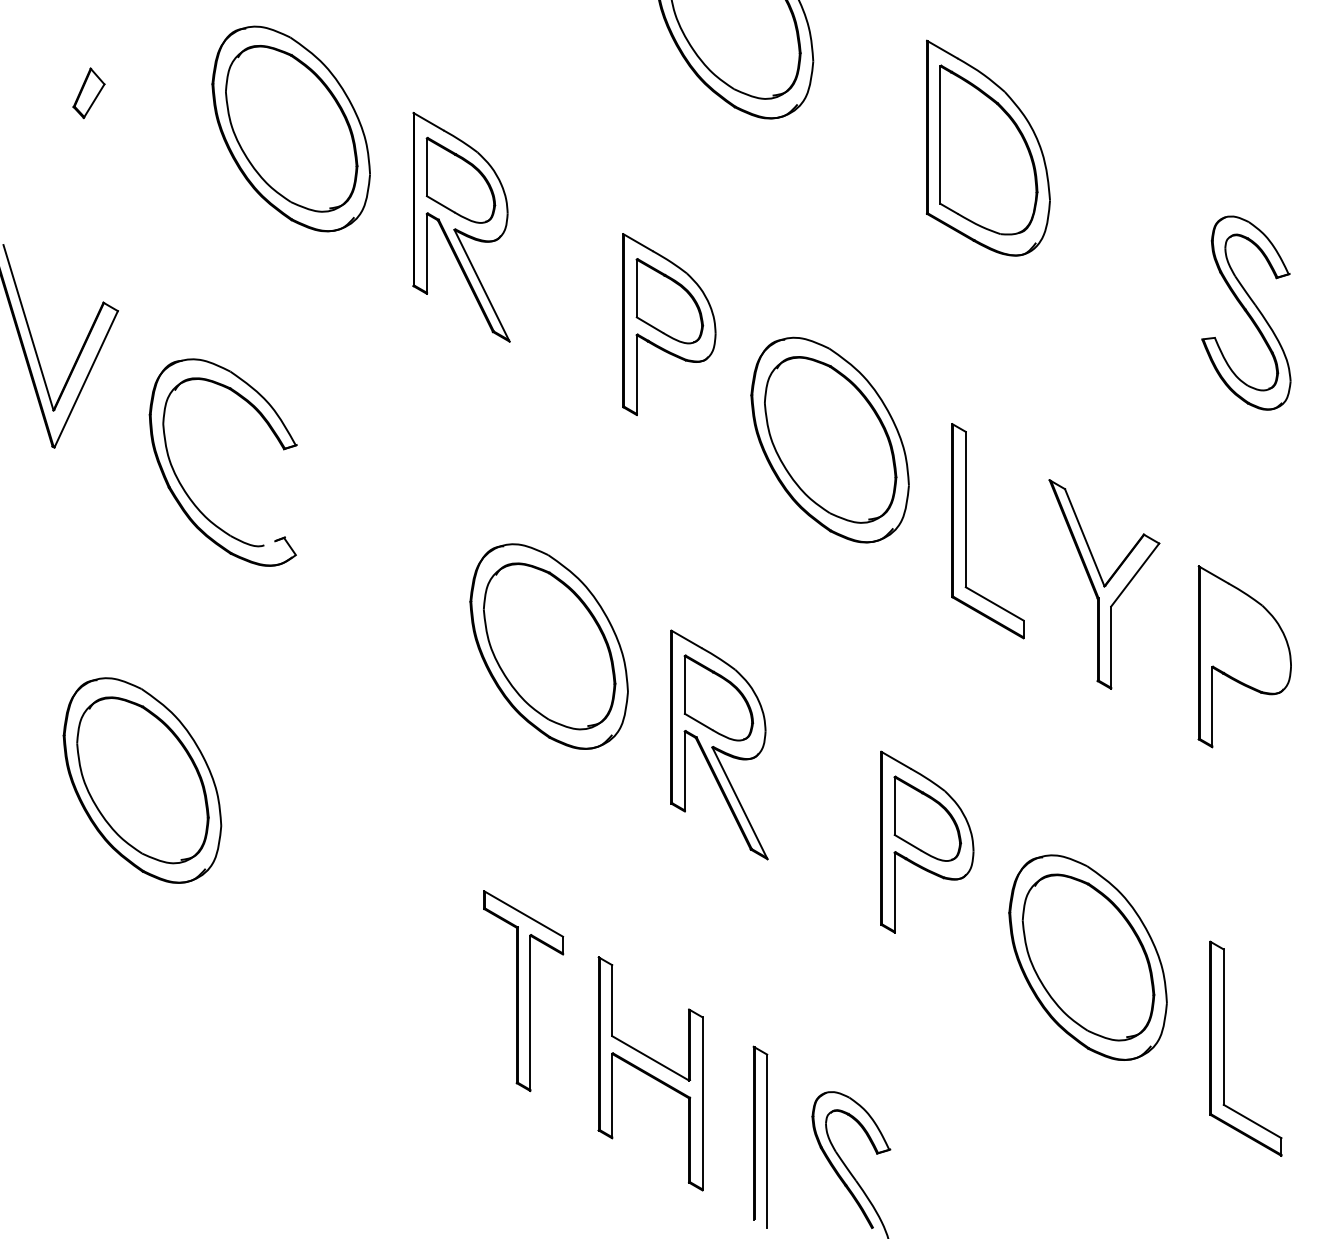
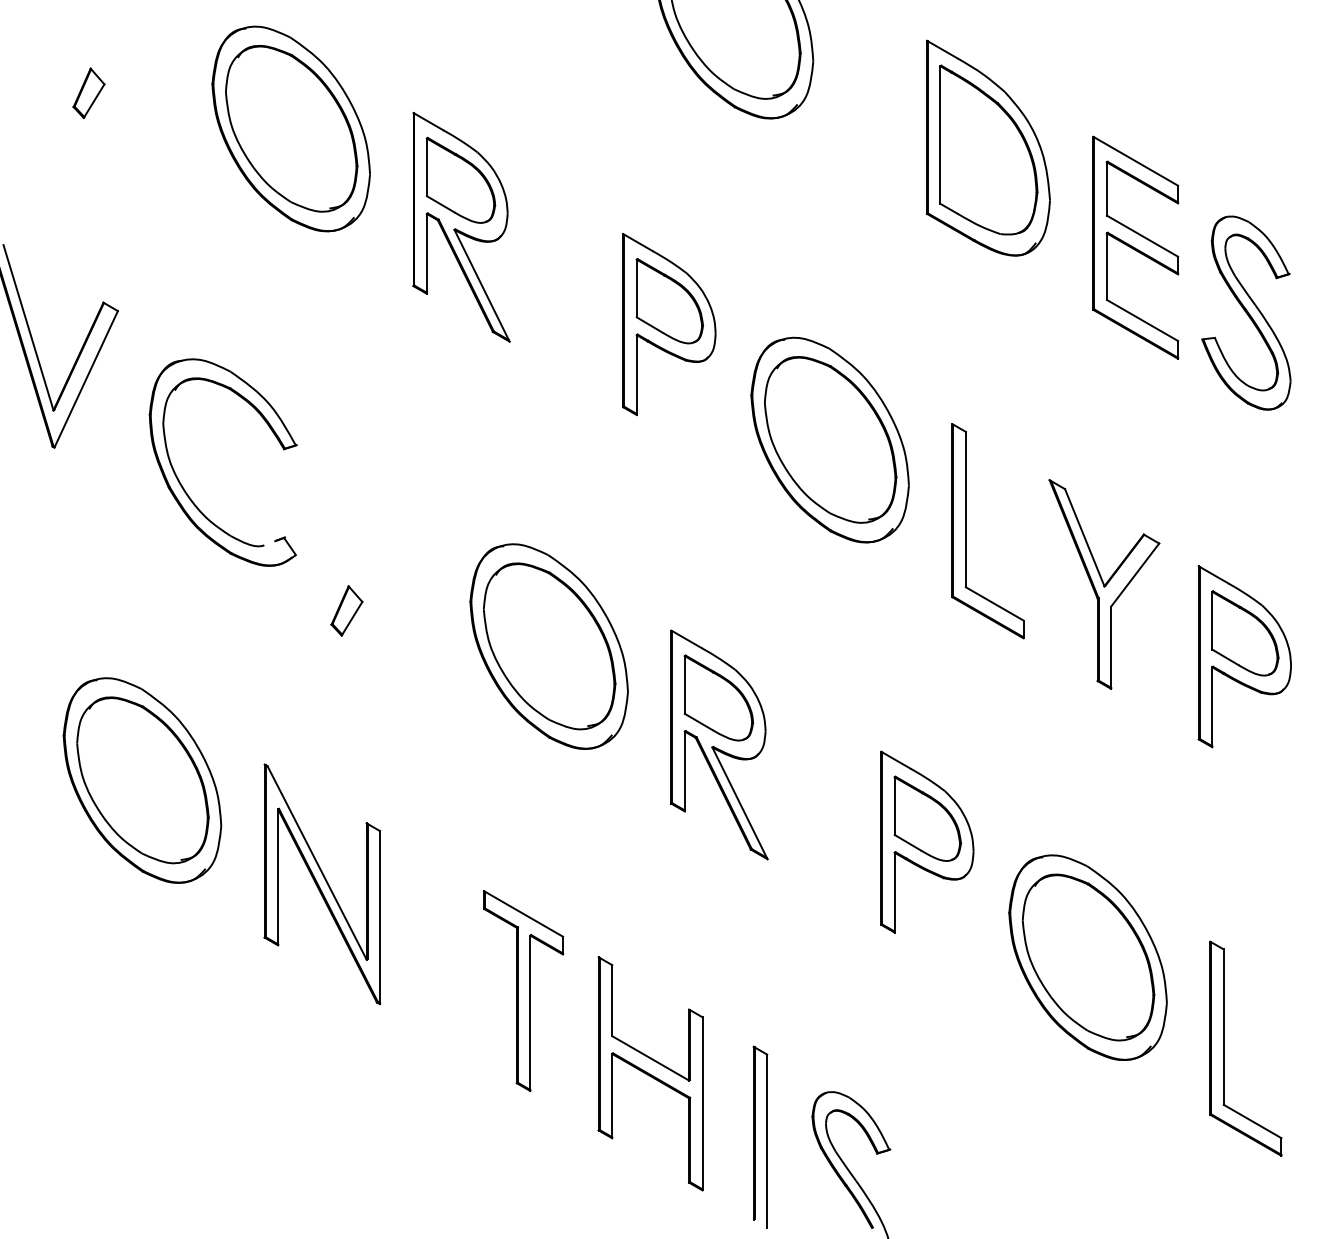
part at (1135, 247): none -> present
part at (346, 610): none -> present
part at (1245, 633): none -> present
part at (322, 884): none -> present
